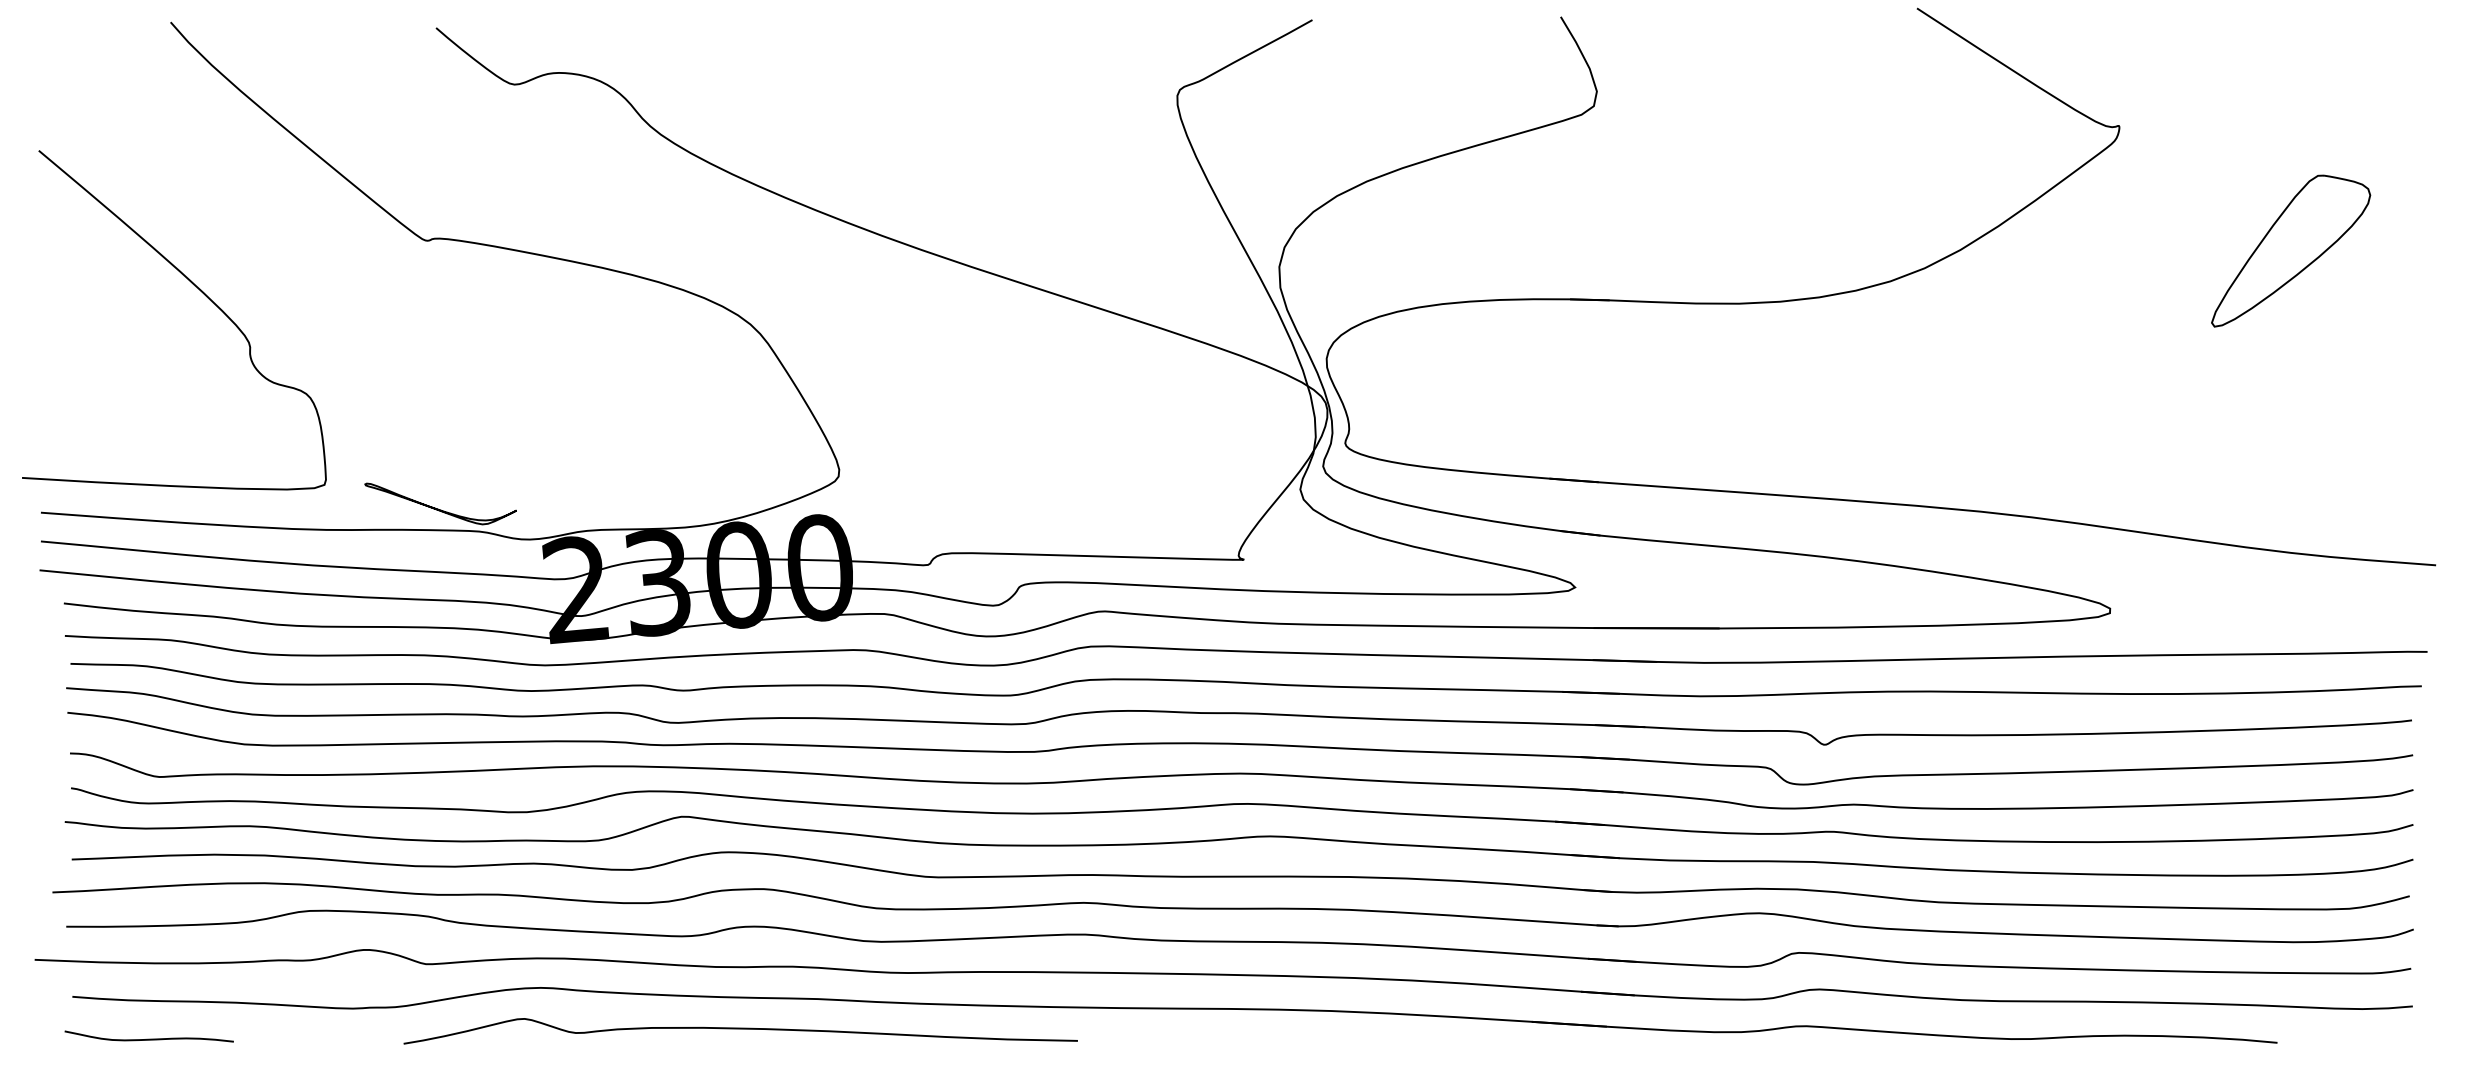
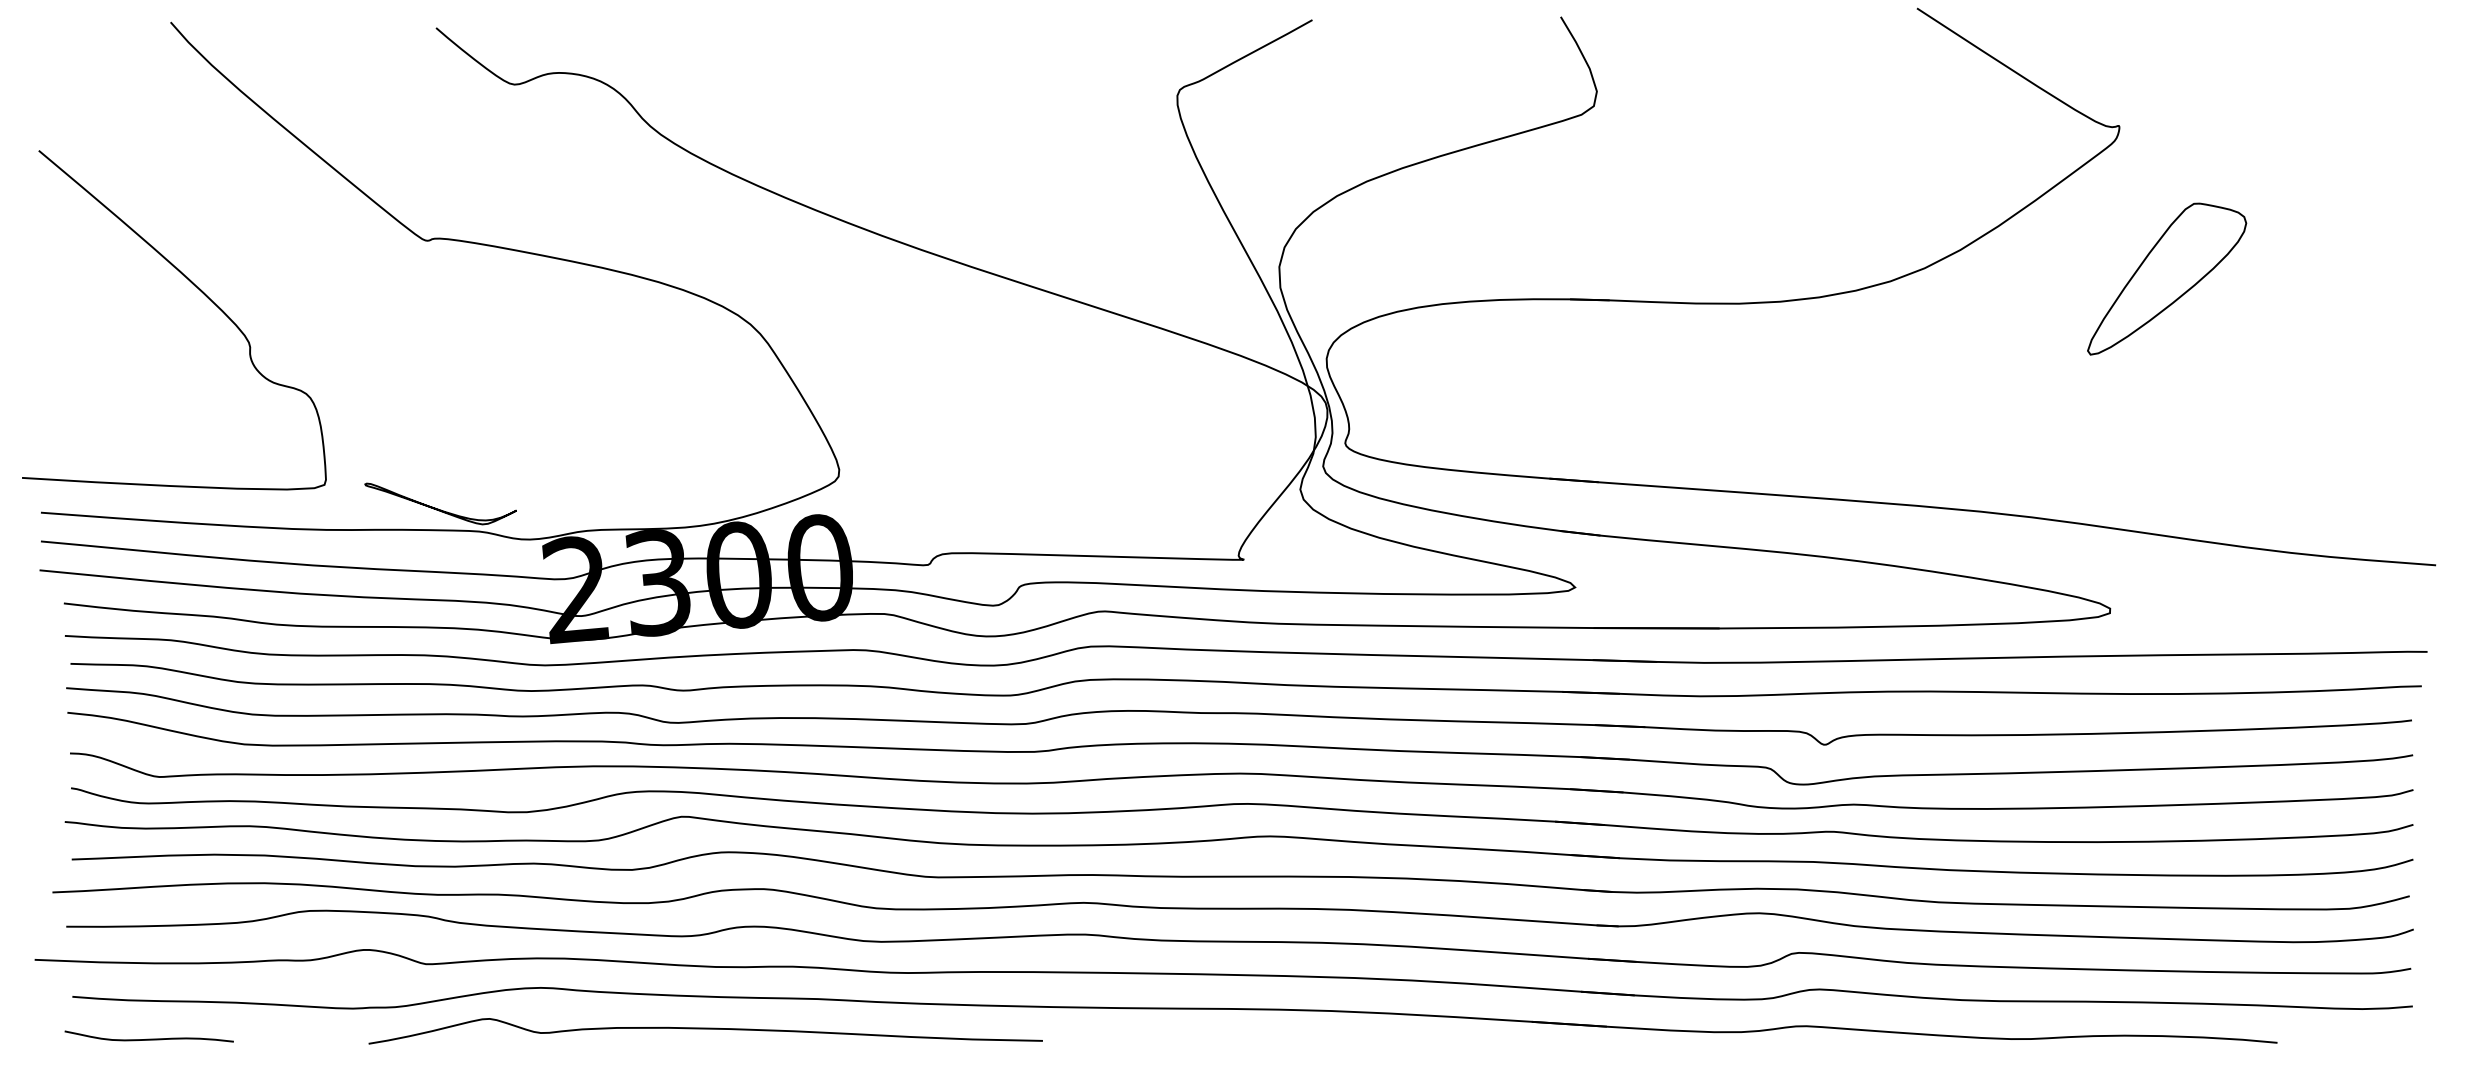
part at (2291, 250) position: (2291, 250) -> (2167, 278)
curve at (740, 1029) position: (740, 1029) -> (705, 1029)
